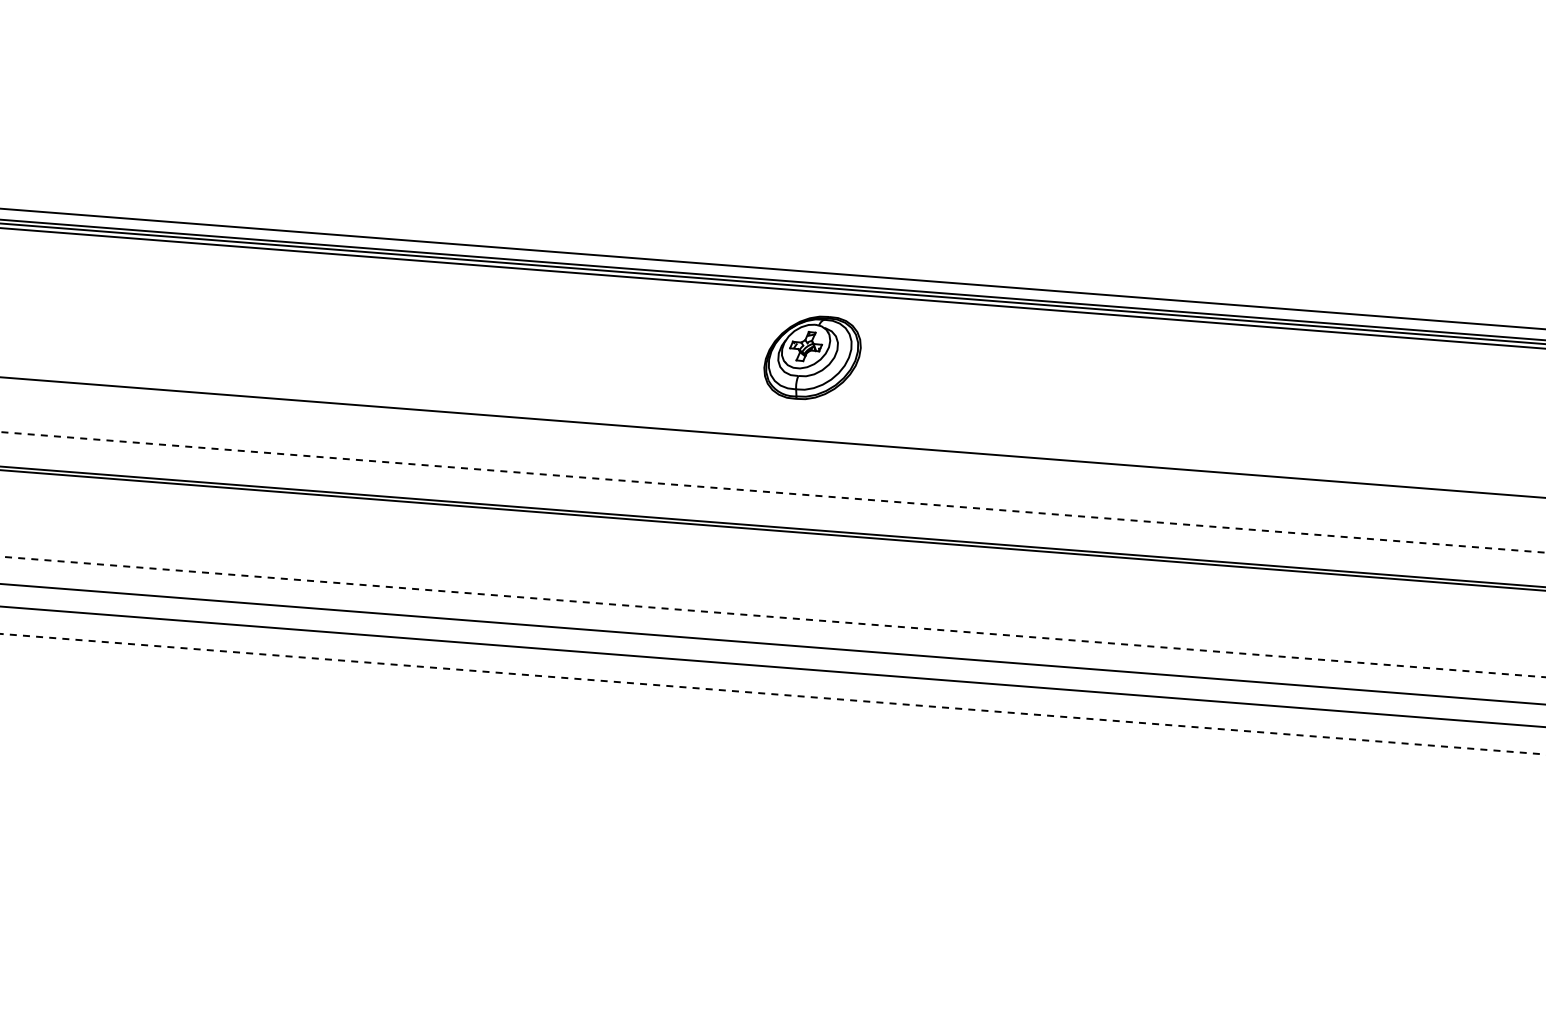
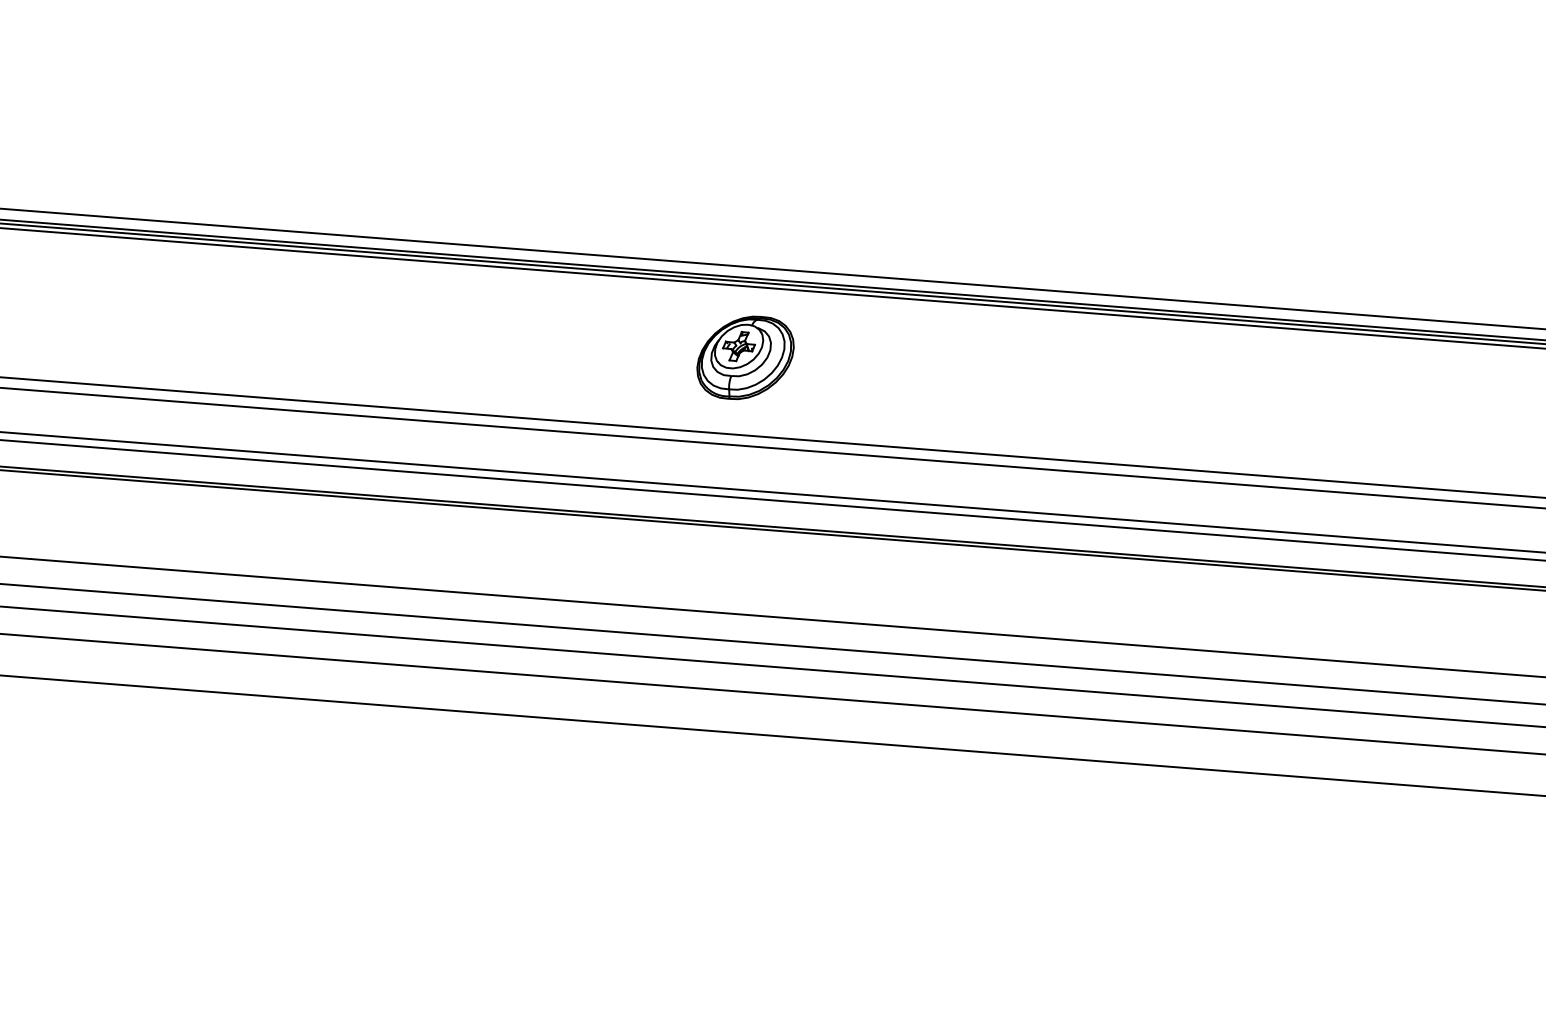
part at (812, 357) position: (812, 357) -> (745, 357)
line at (772, 447): none -> present
line at (772, 492): dashed -> solid
line at (772, 500): none -> present
line at (772, 616): dashed -> solid
line at (772, 694): dashed -> solid
line at (772, 735): none -> present
